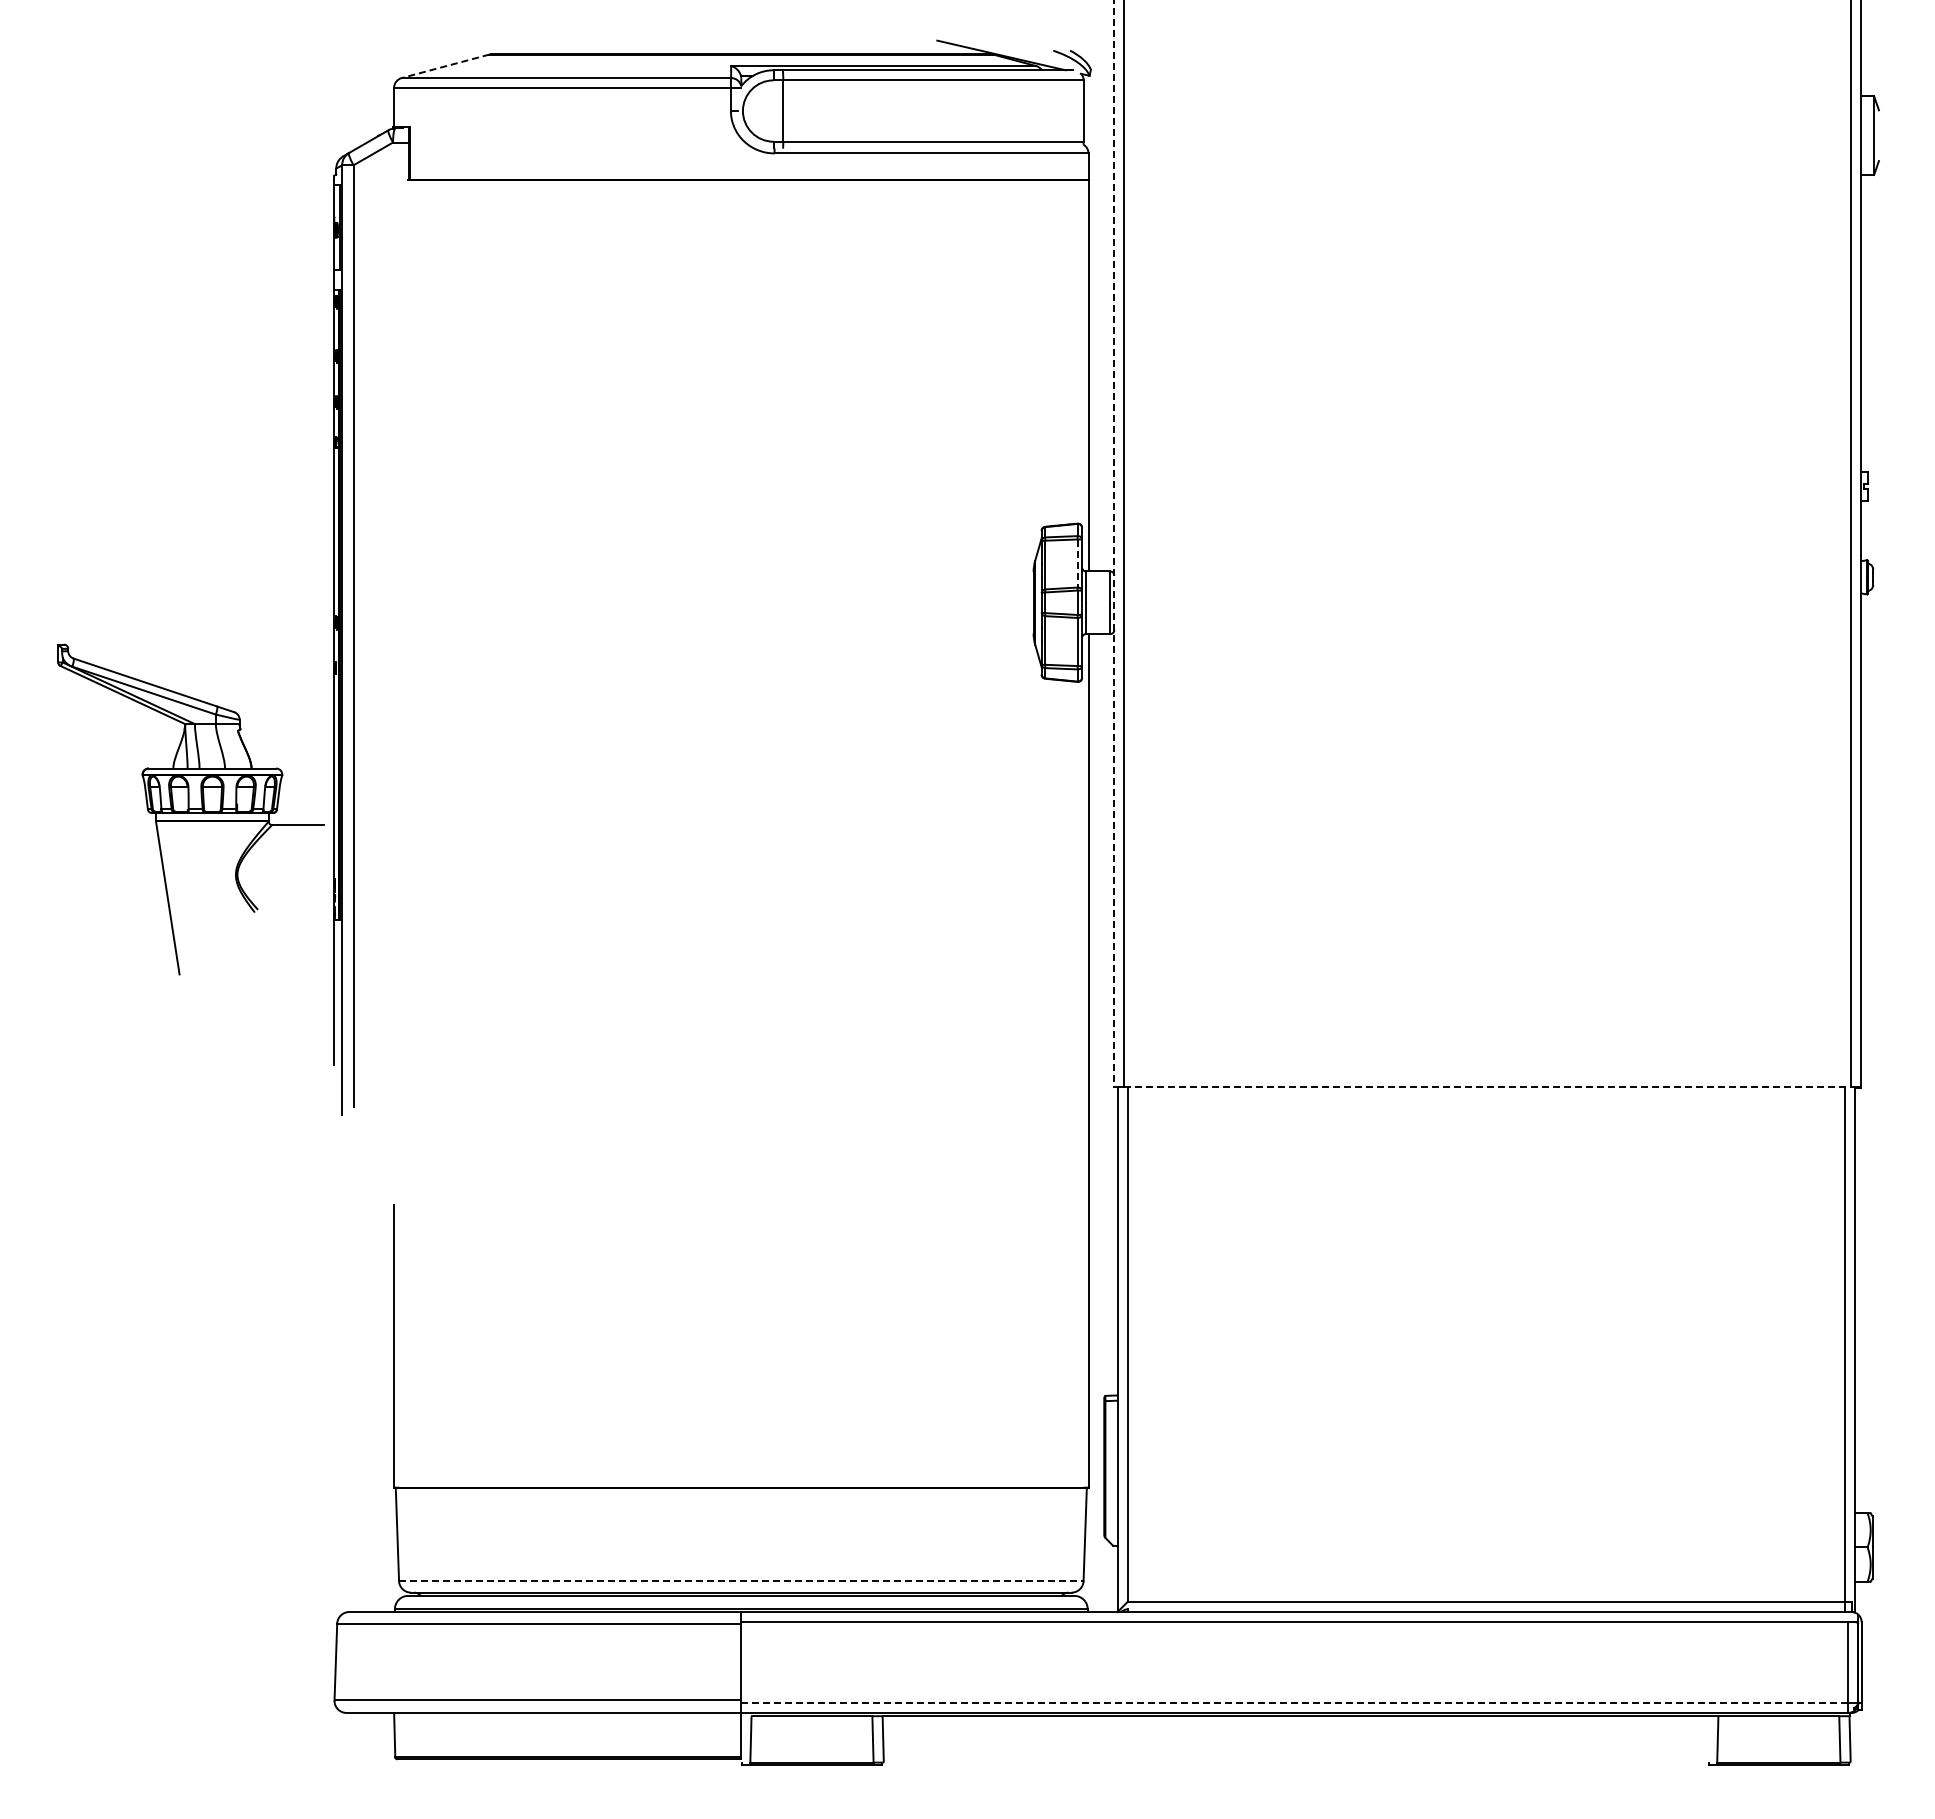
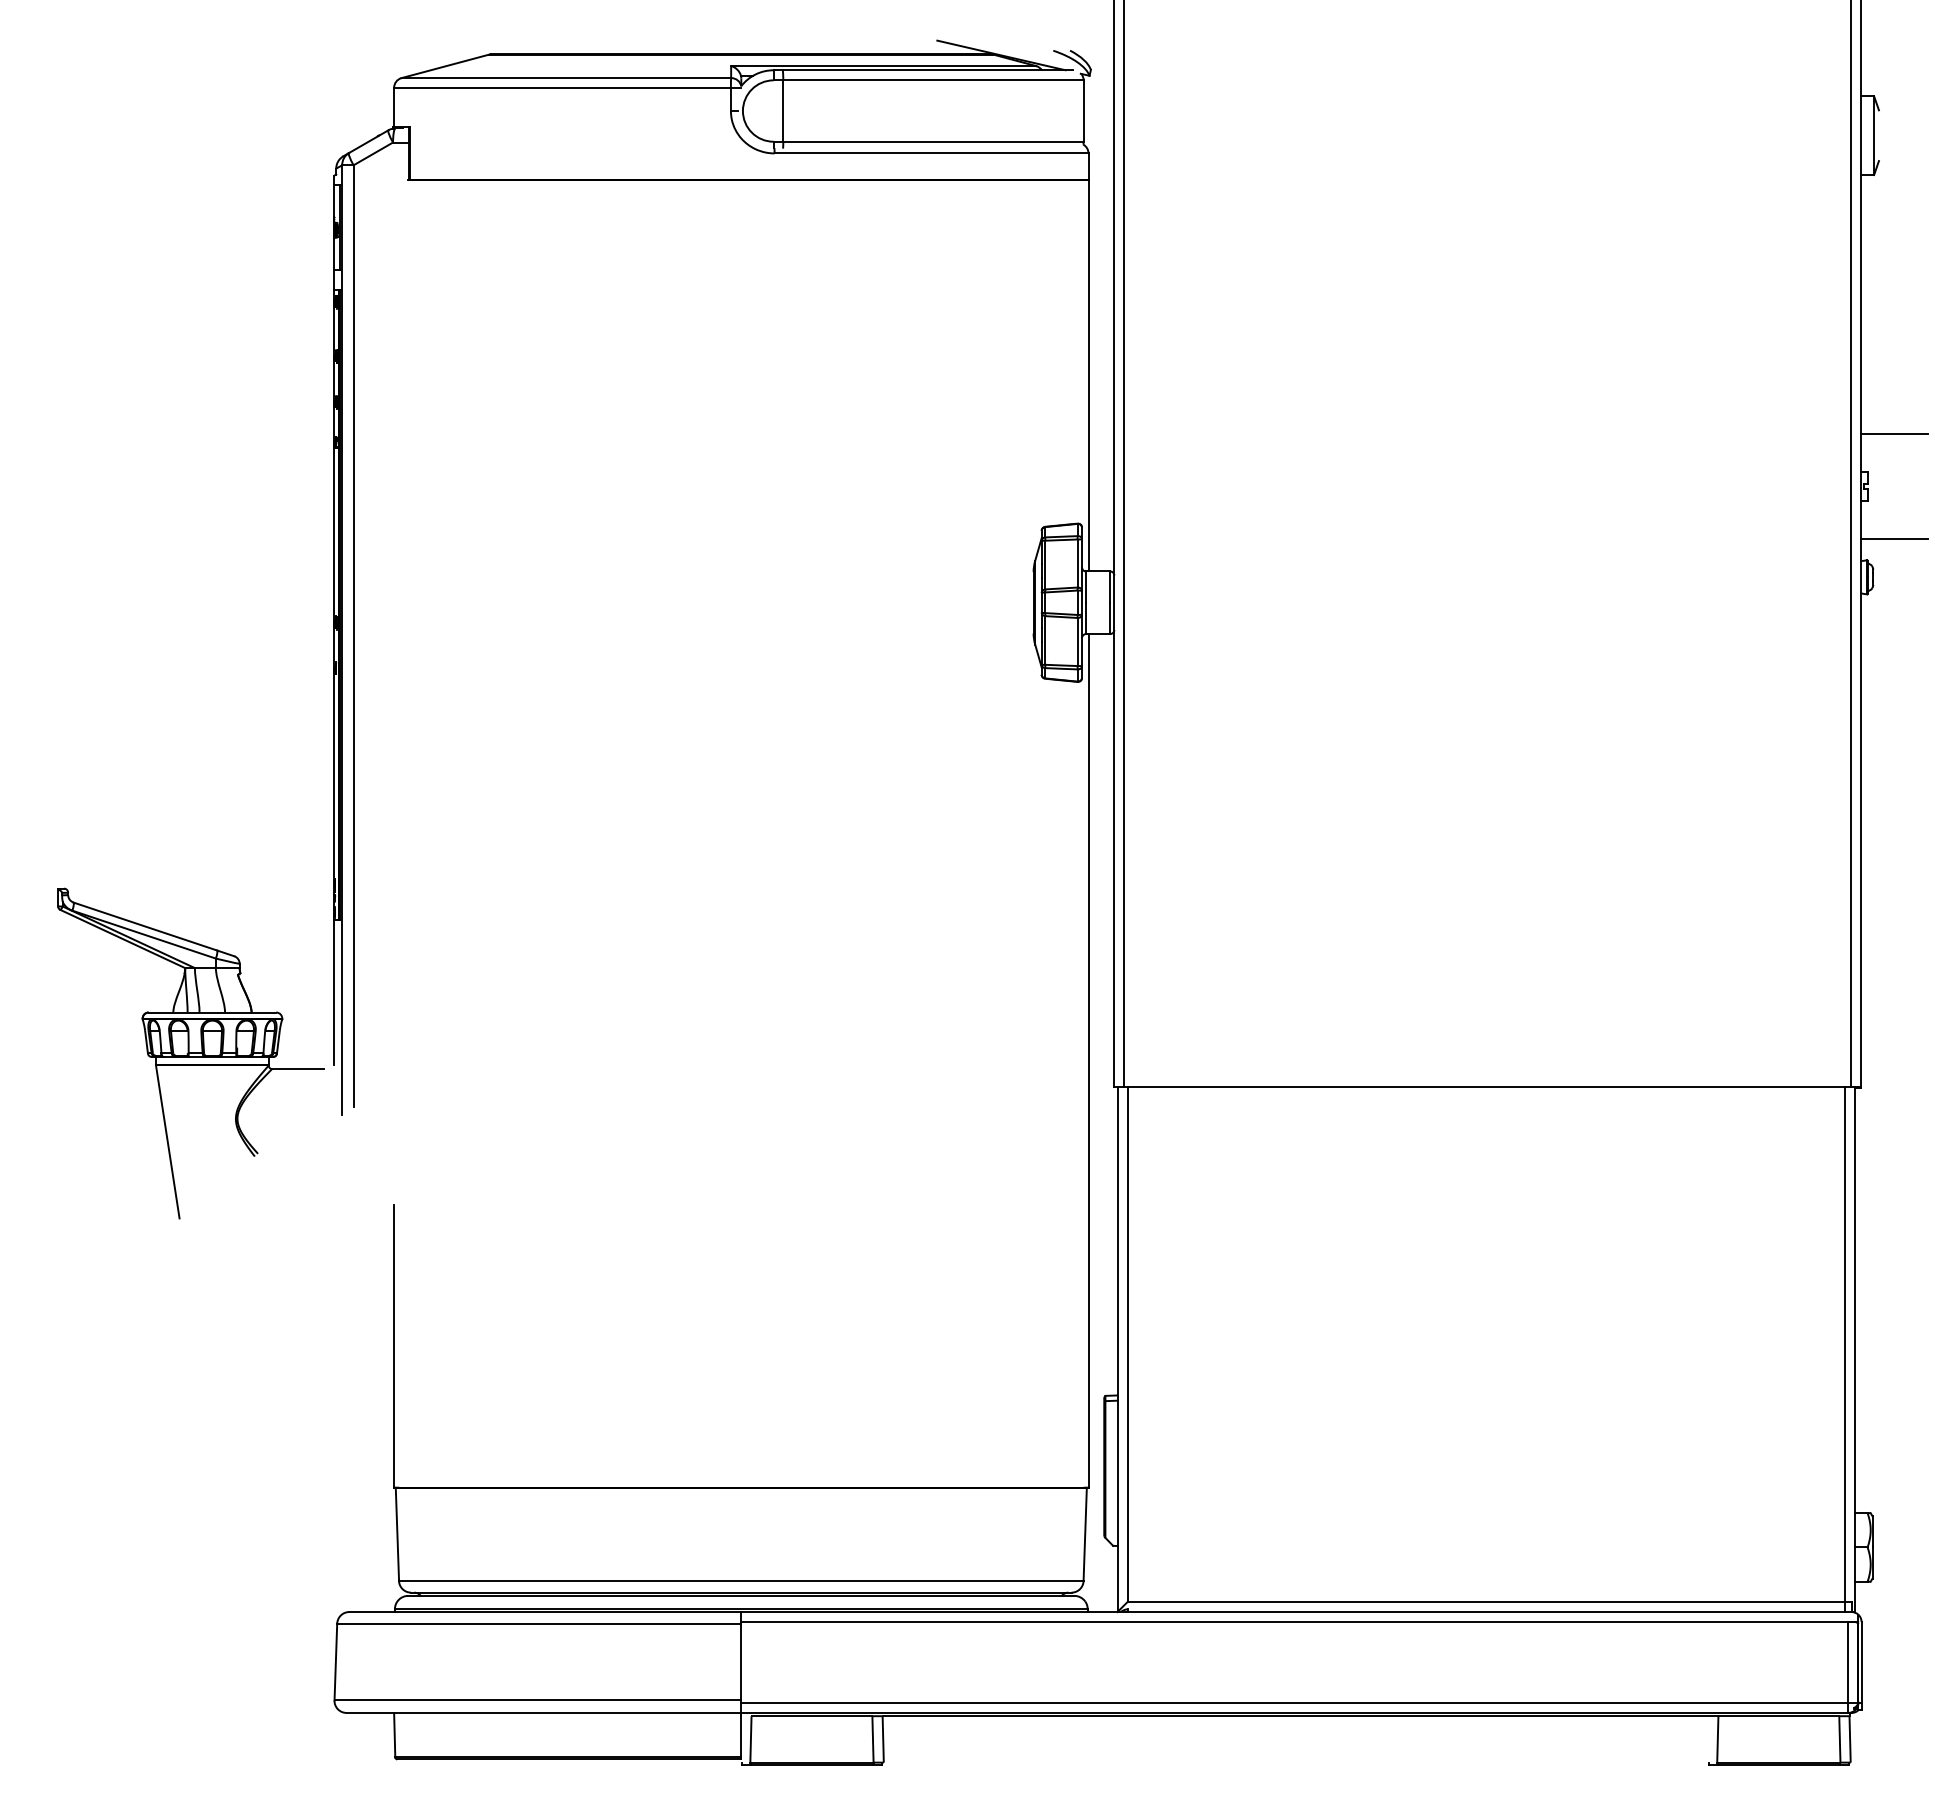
line at (445, 66): dashed -> solid
line at (1894, 434): none -> present
line at (1894, 538): none -> present
line at (1114, 544): dashed -> solid
line at (1077, 564): dashed -> solid
part at (190, 809) position: (190, 809) -> (190, 1053)
line at (1488, 1087): dashed -> solid
line at (741, 1580): dashed -> solid
line at (1294, 1702): dashed -> solid
